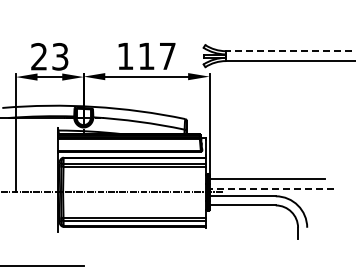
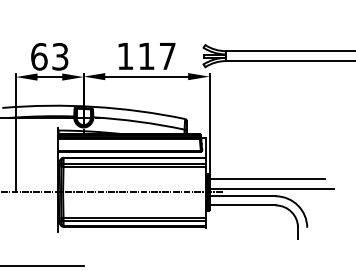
line at (290, 51): dashed -> solid
text at (39, 56): 23 -> 63
line at (271, 188): dashed -> solid
